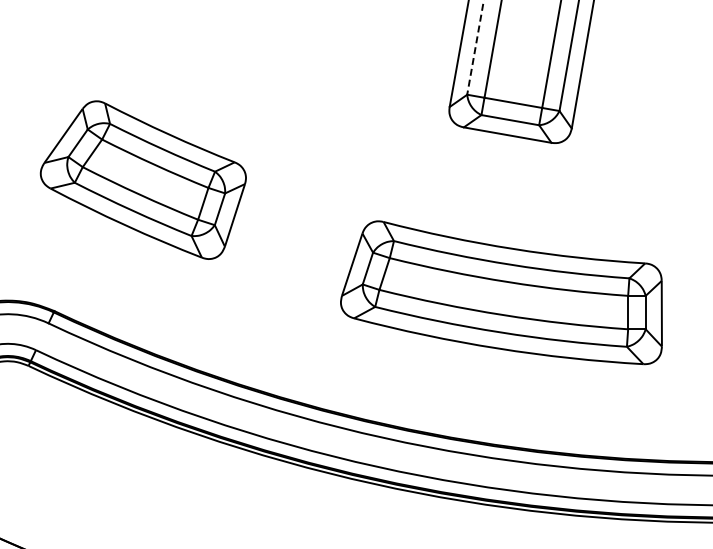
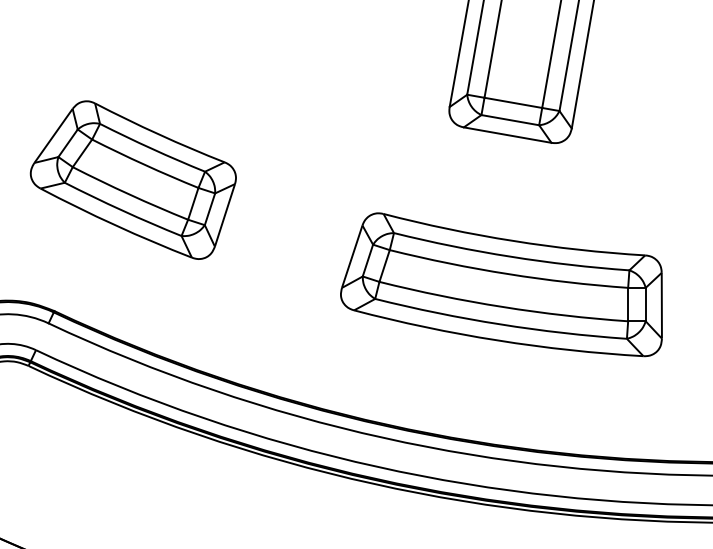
line at (475, 47): dashed -> solid
part at (142, 179) position: (142, 179) -> (132, 179)
part at (501, 292) position: (501, 292) -> (501, 284)
